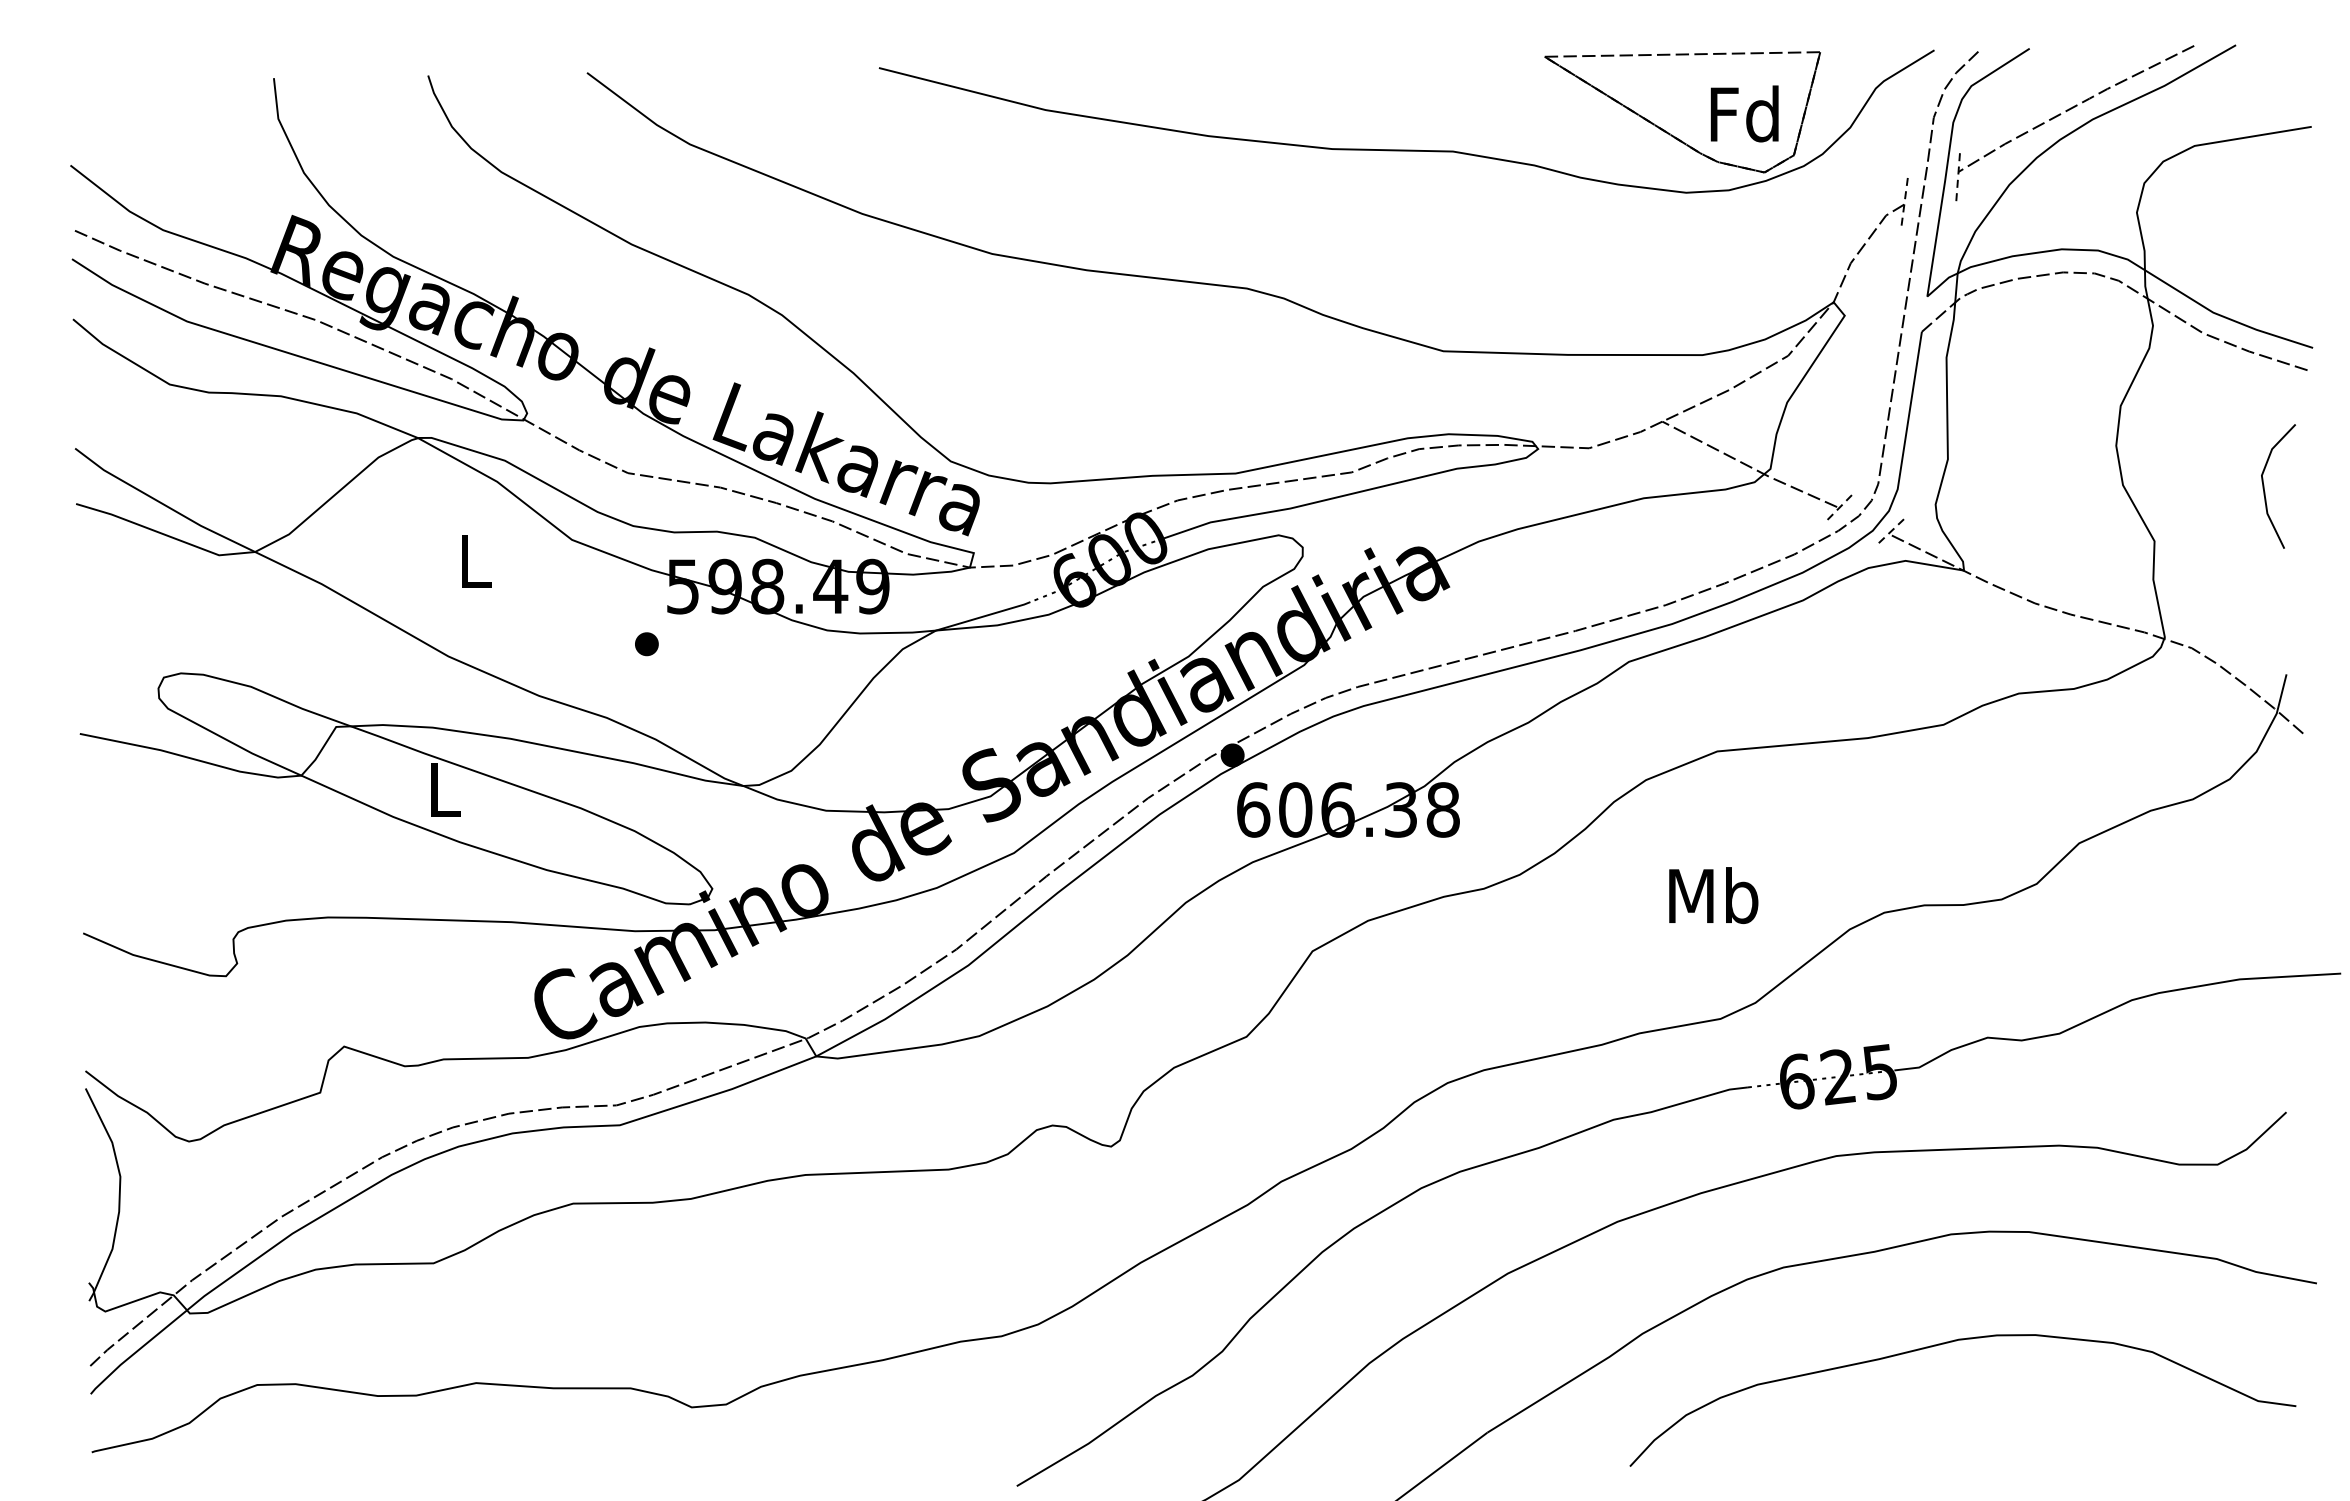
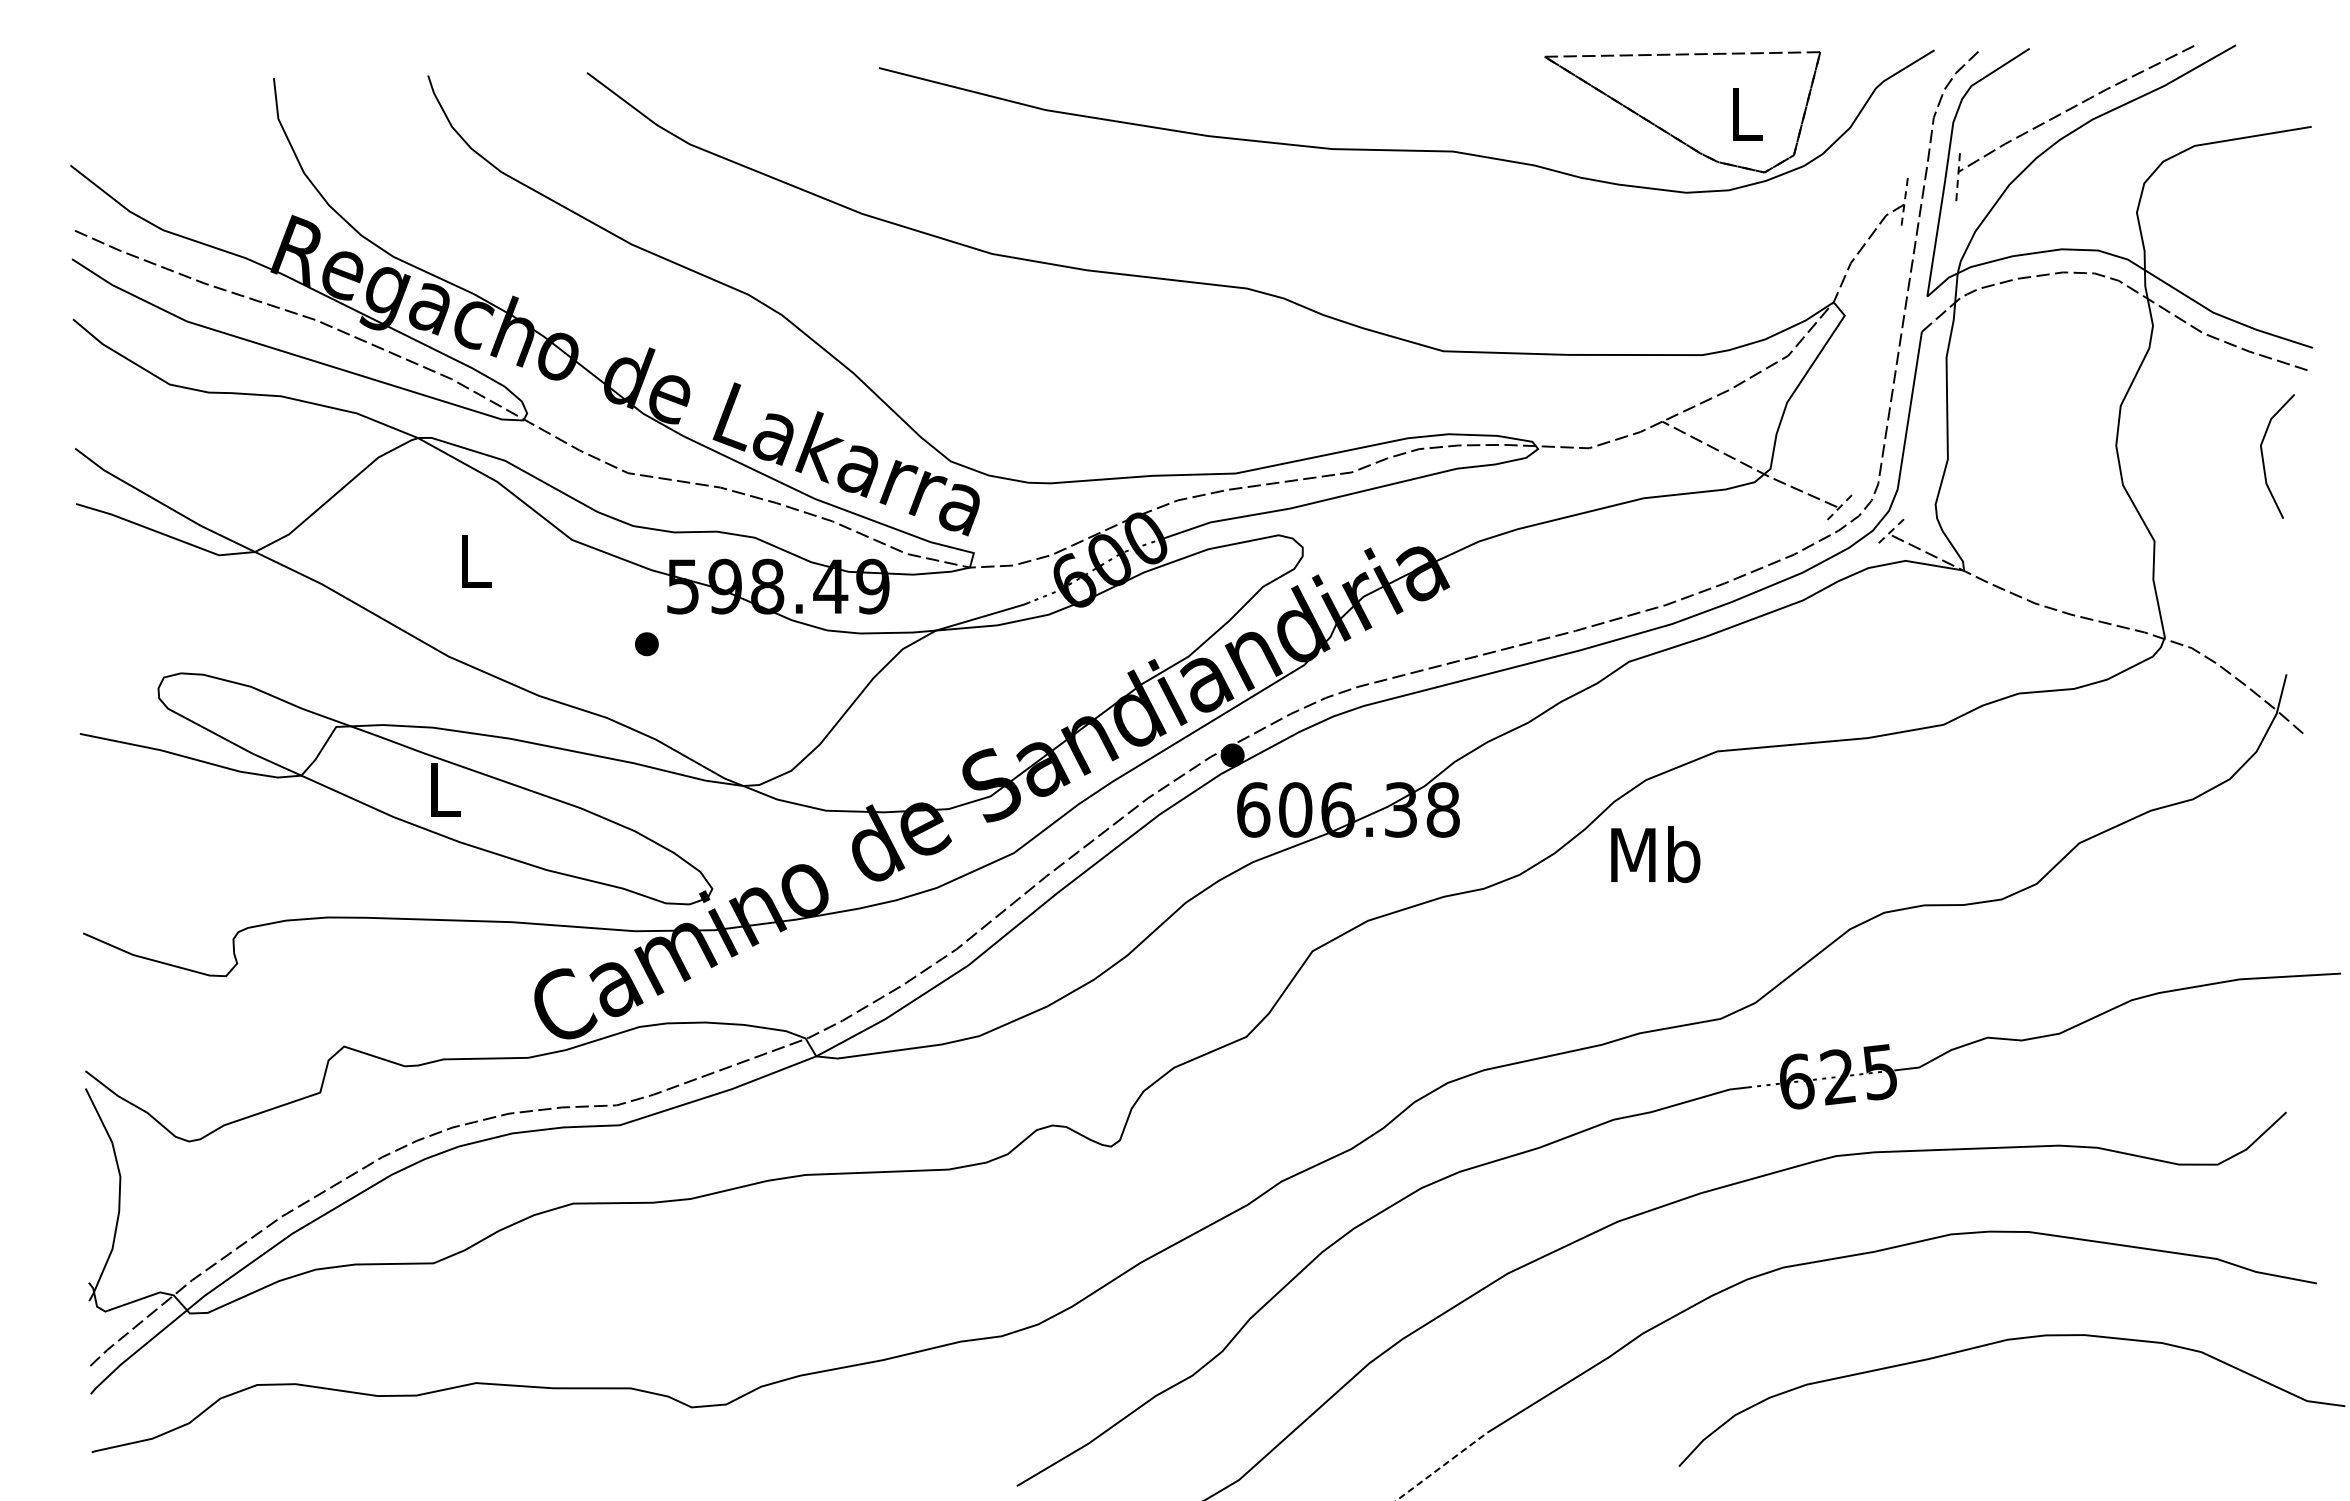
text at (1744, 113): Fd -> L
line at (2265, 491) position: (2265, 491) -> (2264, 461)
text at (1713, 895) position: (1713, 895) -> (1655, 854)
curve at (1948, 1343) position: (1948, 1343) -> (1997, 1343)
line at (1442, 1466): solid -> dashed
